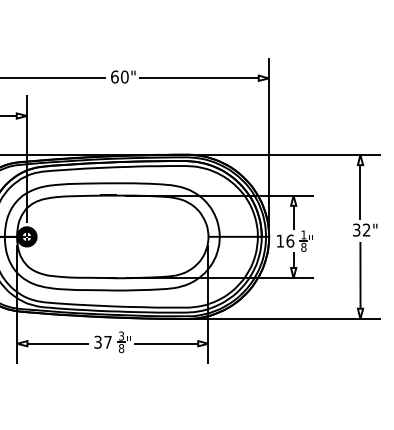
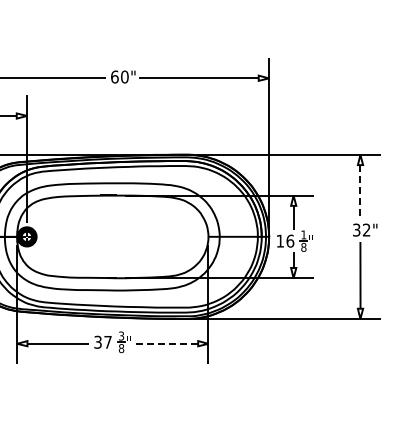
line at (360, 193): solid -> dashed
line at (165, 344): solid -> dashed
